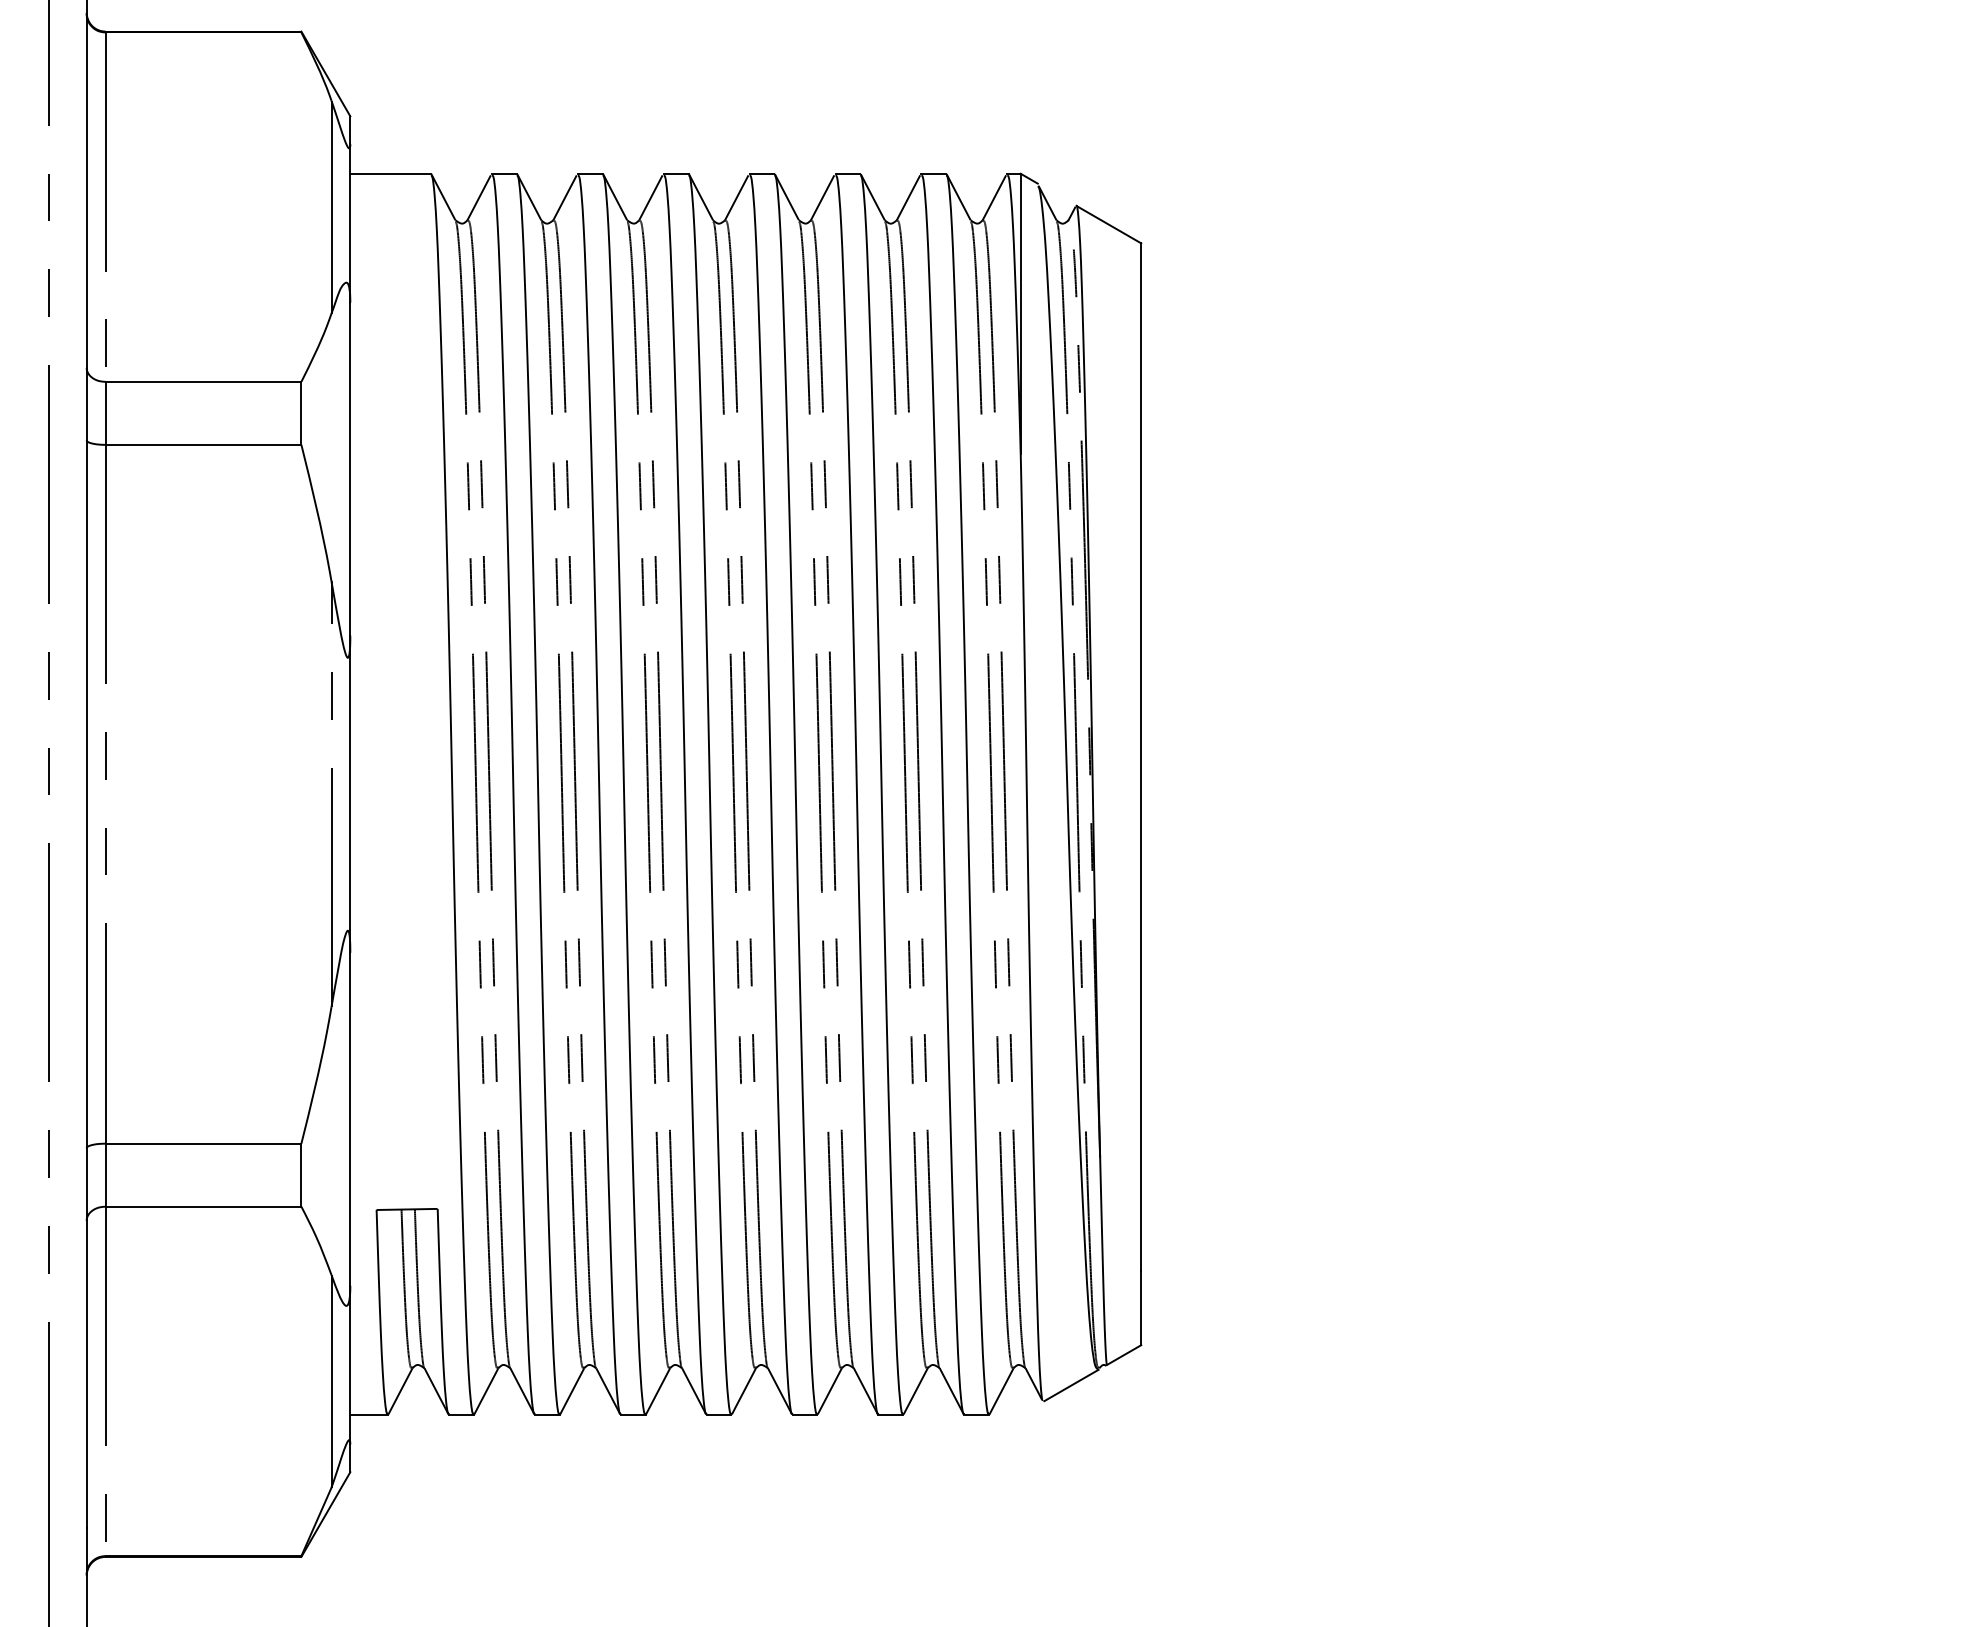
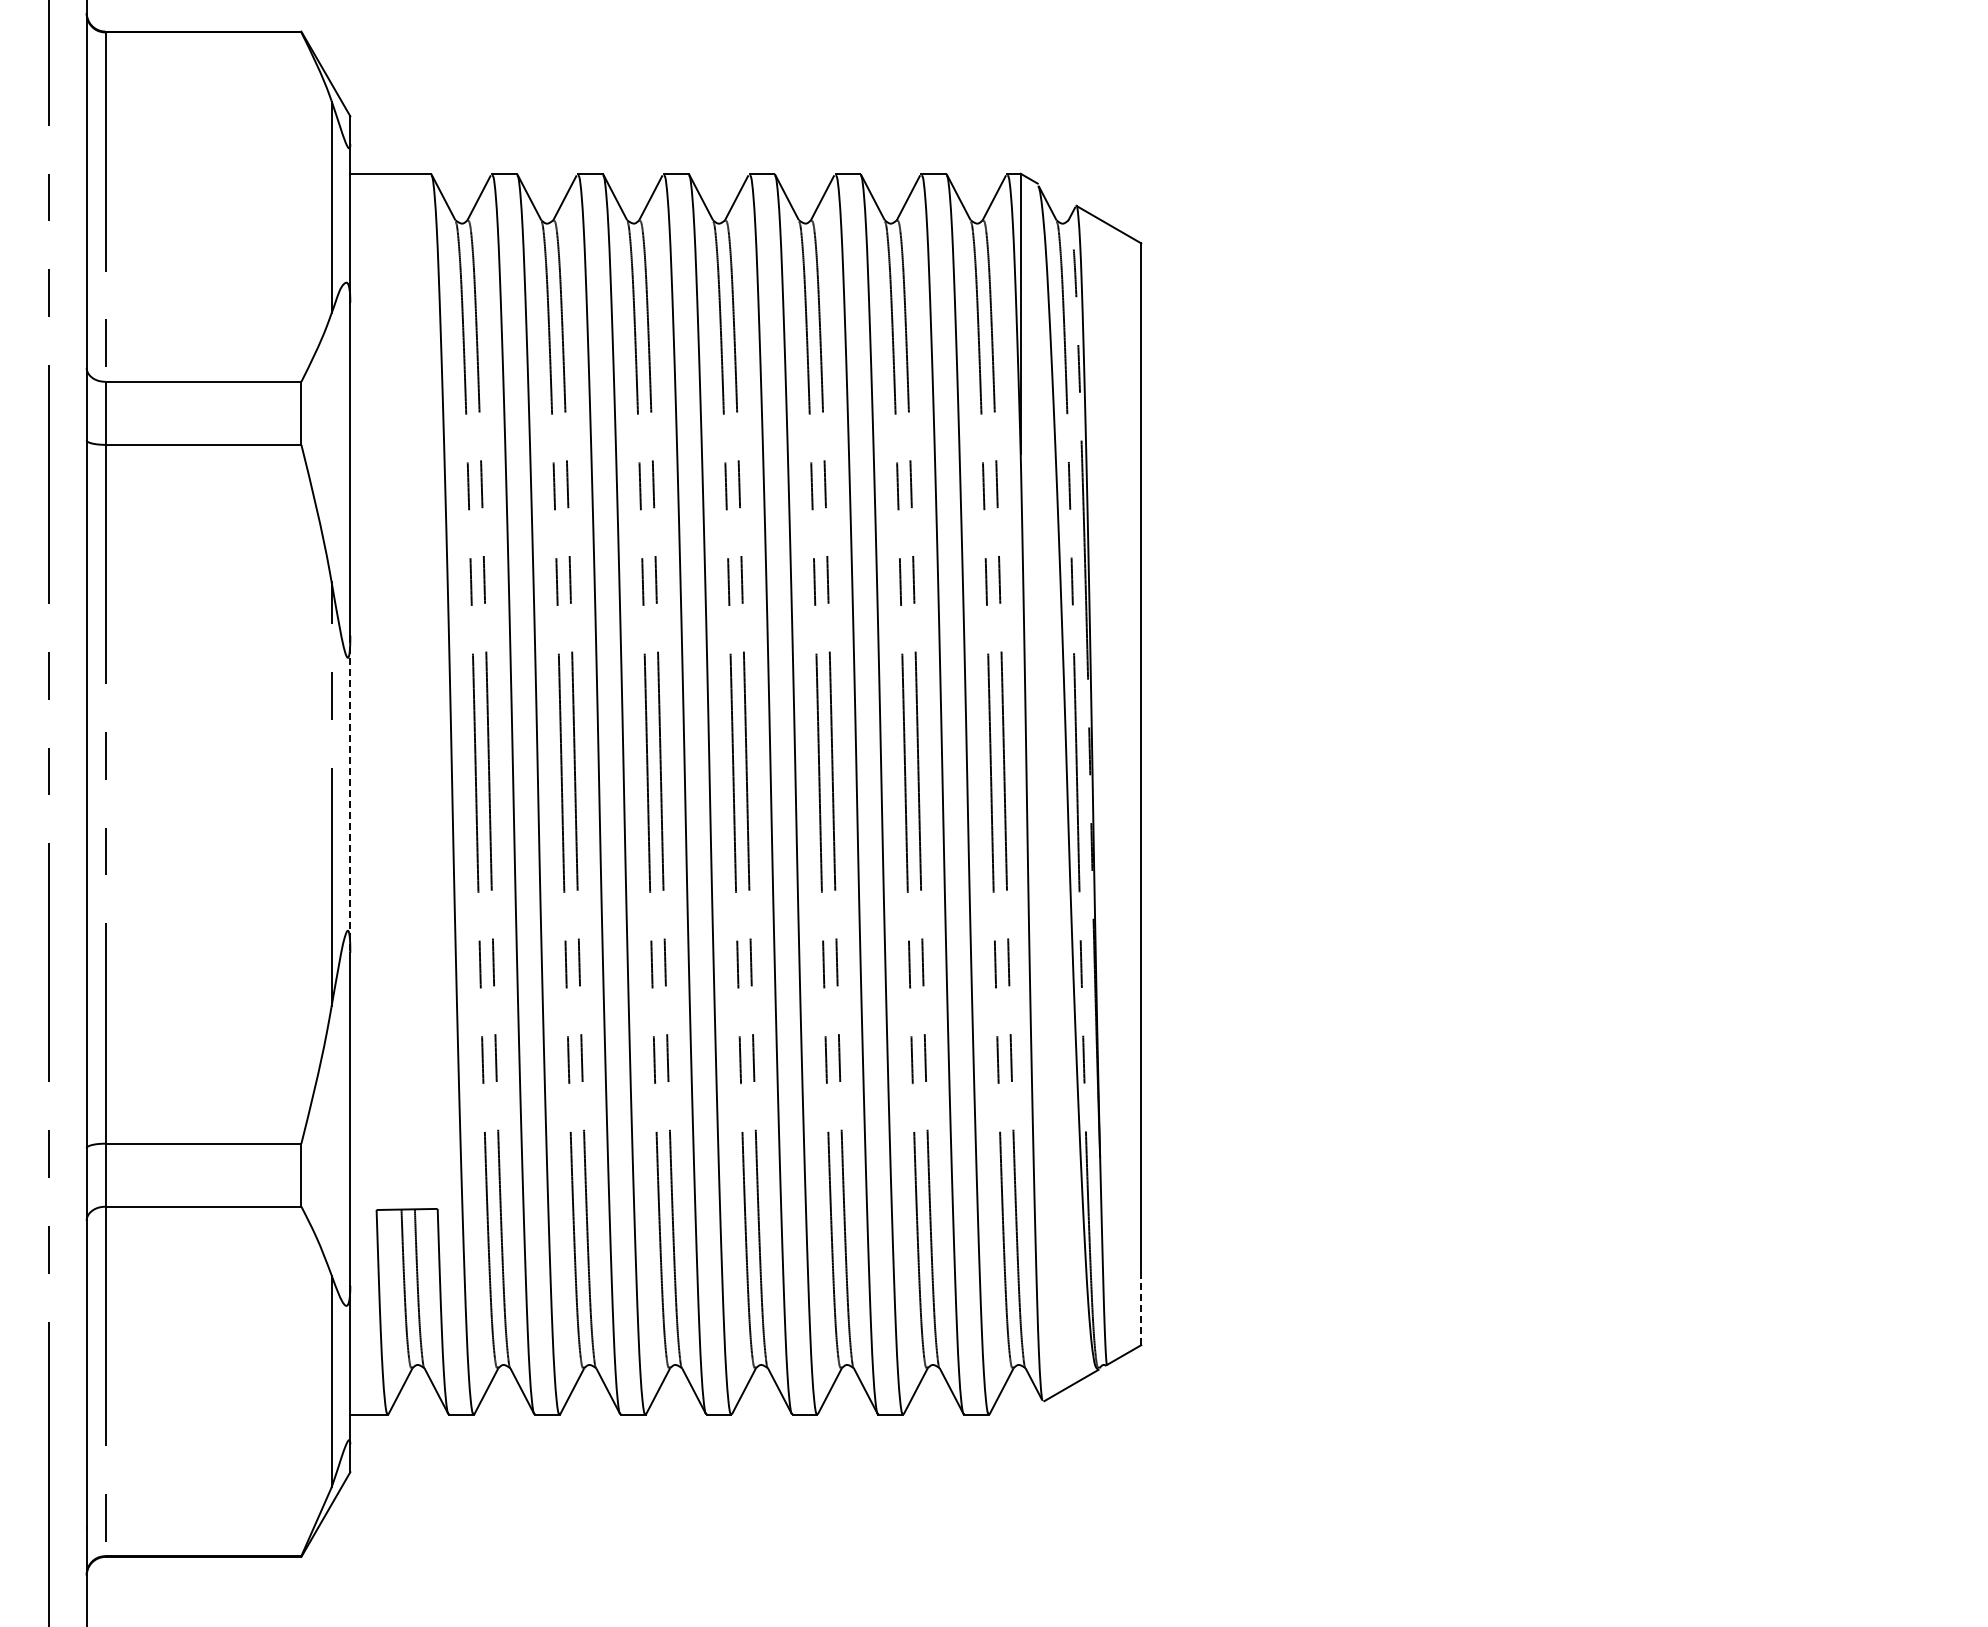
line at (350, 794): solid -> dashed
line at (1141, 1308): solid -> dashed
